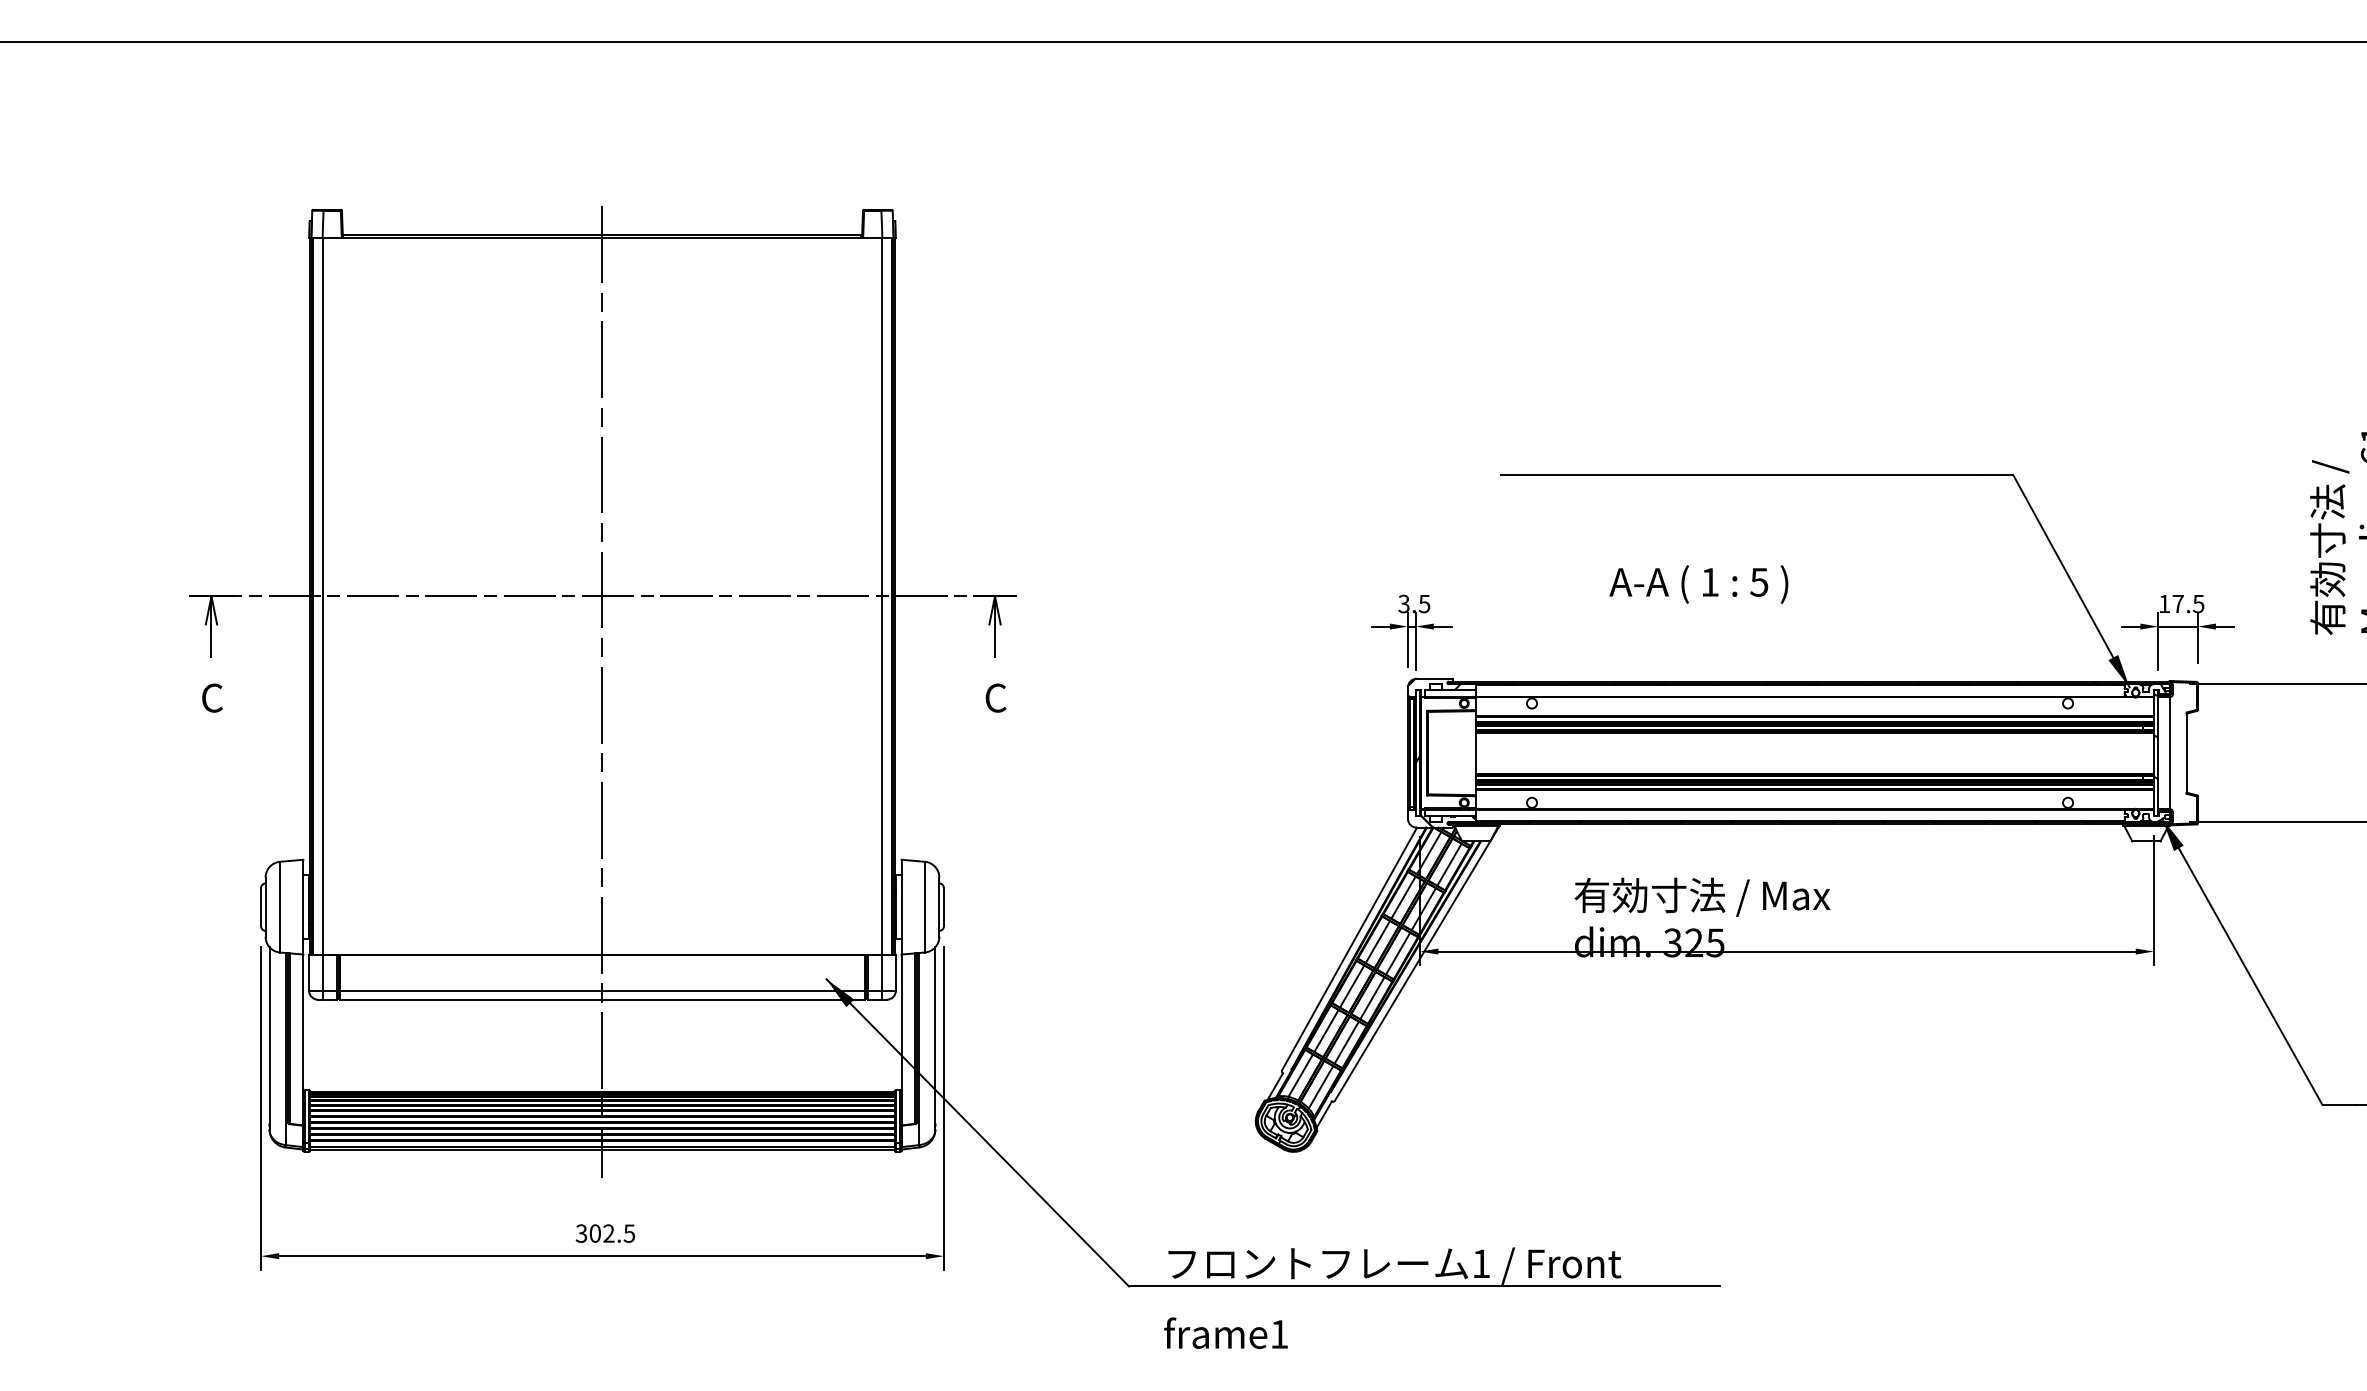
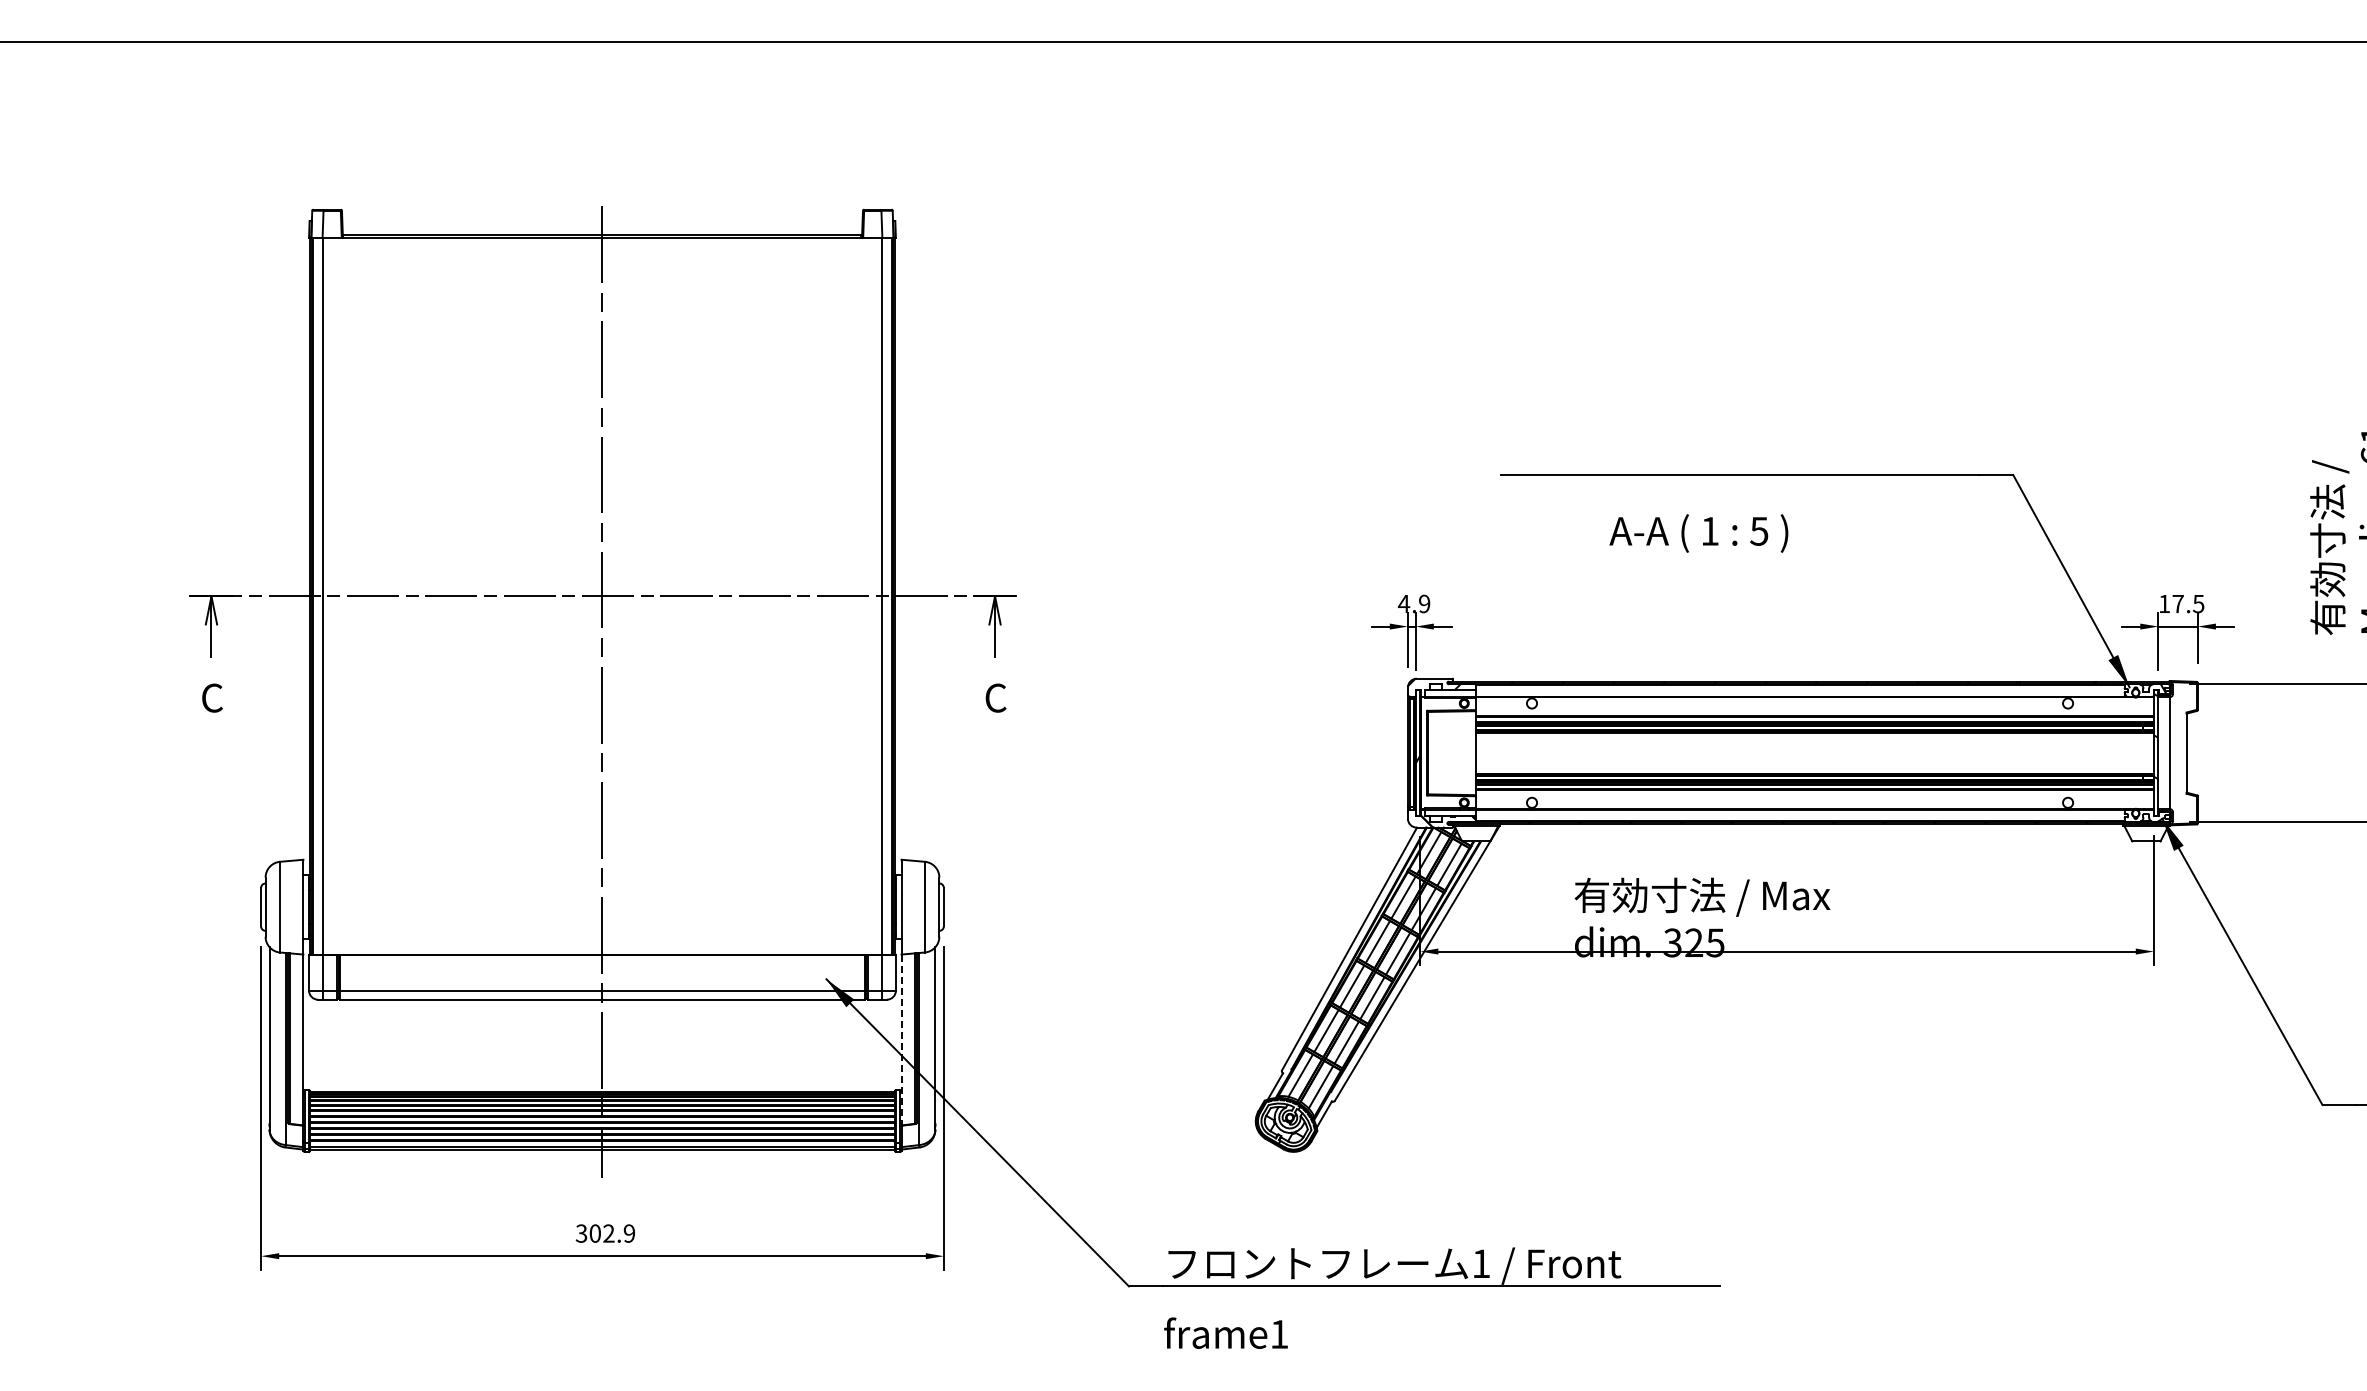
text at (1698, 584) position: (1698, 584) -> (1698, 533)
text at (1413, 603): 3.5 -> 4.9
line at (901, 1040): solid -> dashed
text at (629, 1233): 302.5 -> 302.9
